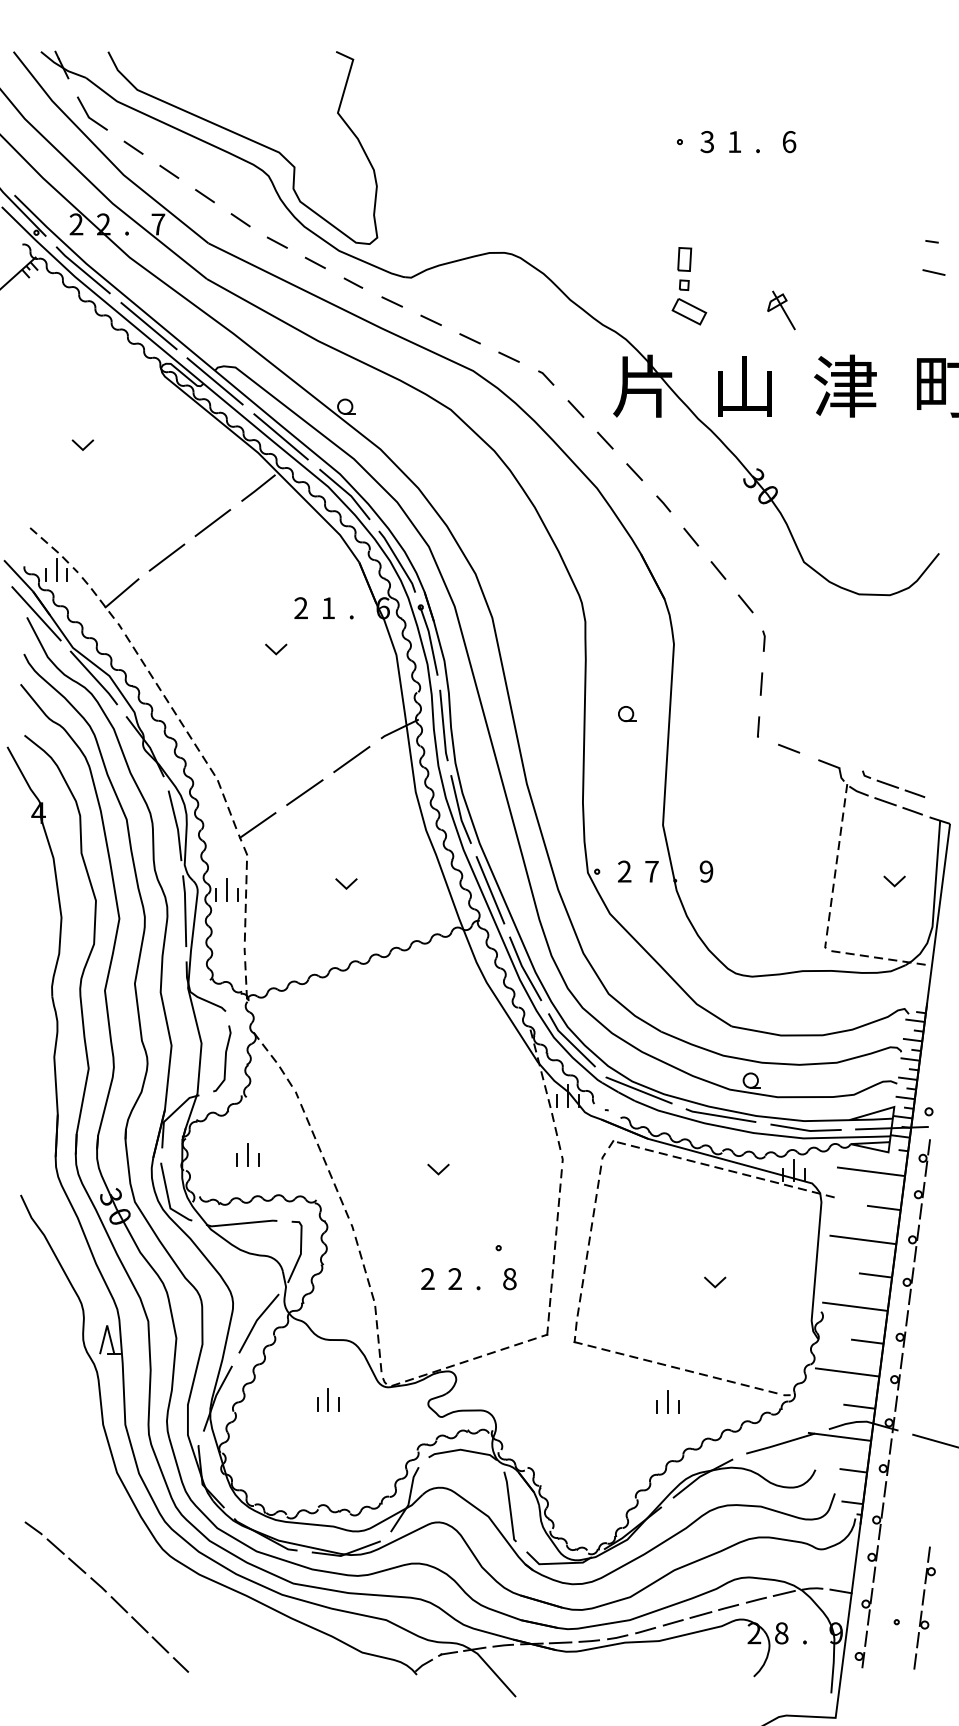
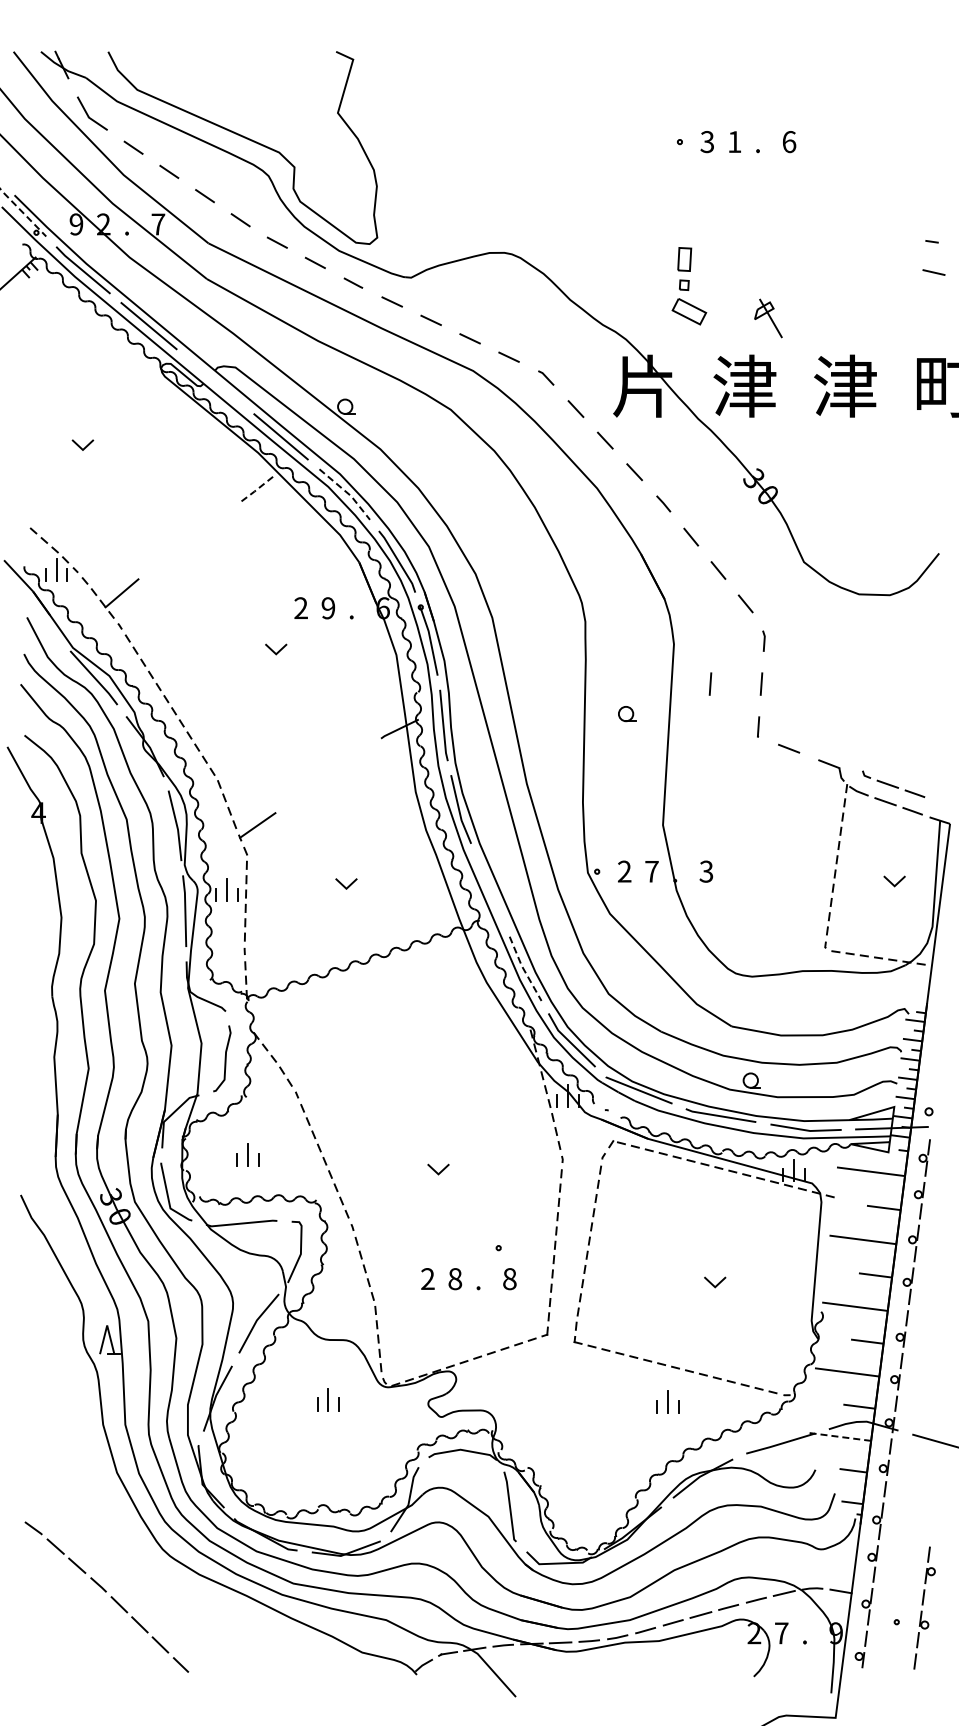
line at (22, 212): solid -> dashed
text at (76, 224): 2 -> 9
part at (781, 310) position: (781, 310) -> (768, 318)
line at (214, 381): present -> none
text at (744, 385): 山 -> 津
line at (258, 488): solid -> dashed
line at (347, 493): solid -> dashed
line at (212, 523): present -> none
line at (166, 557): present -> none
text at (328, 608): 1 -> 9
line at (36, 613): present -> none
line at (710, 683): none -> present
line at (351, 759): present -> none
line at (304, 792): present -> none
text at (706, 871): 9 -> 3
line at (490, 890): present -> none
line at (523, 969): solid -> dashed
text at (455, 1279): 2 -> 8
line at (839, 1436): solid -> dashed
text at (781, 1633): 8 -> 7
